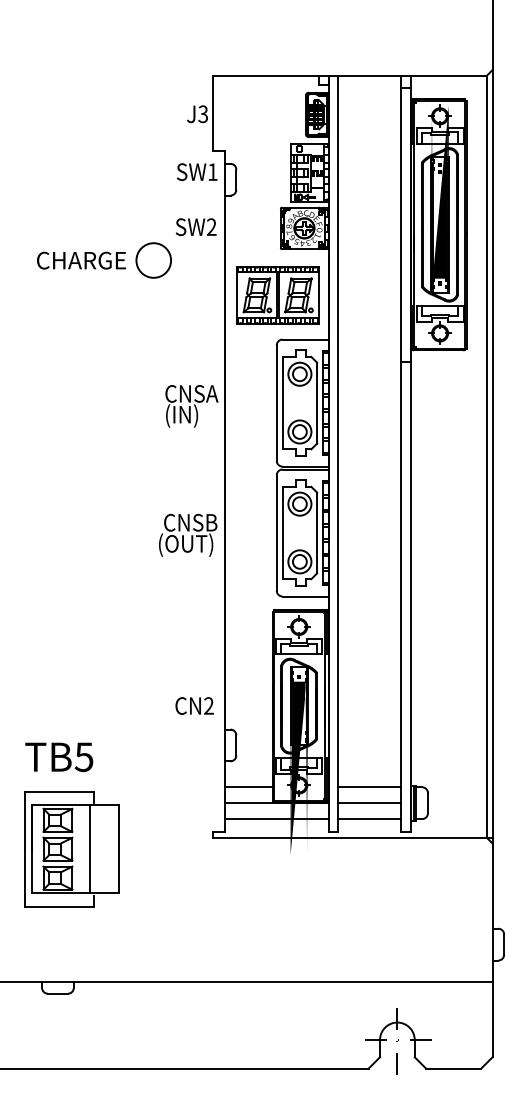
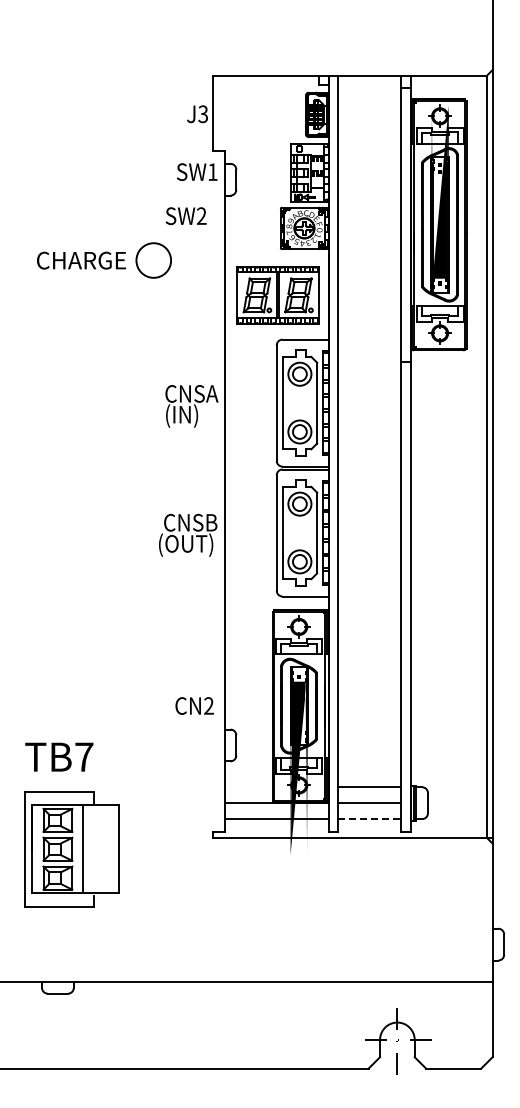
text at (195, 227) position: (195, 227) -> (185, 216)
text at (83, 757): TB5 -> TB7
line at (249, 787): present -> none
line at (369, 819): solid -> dashed
line at (89, 849) position: (89, 849) -> (82, 849)
